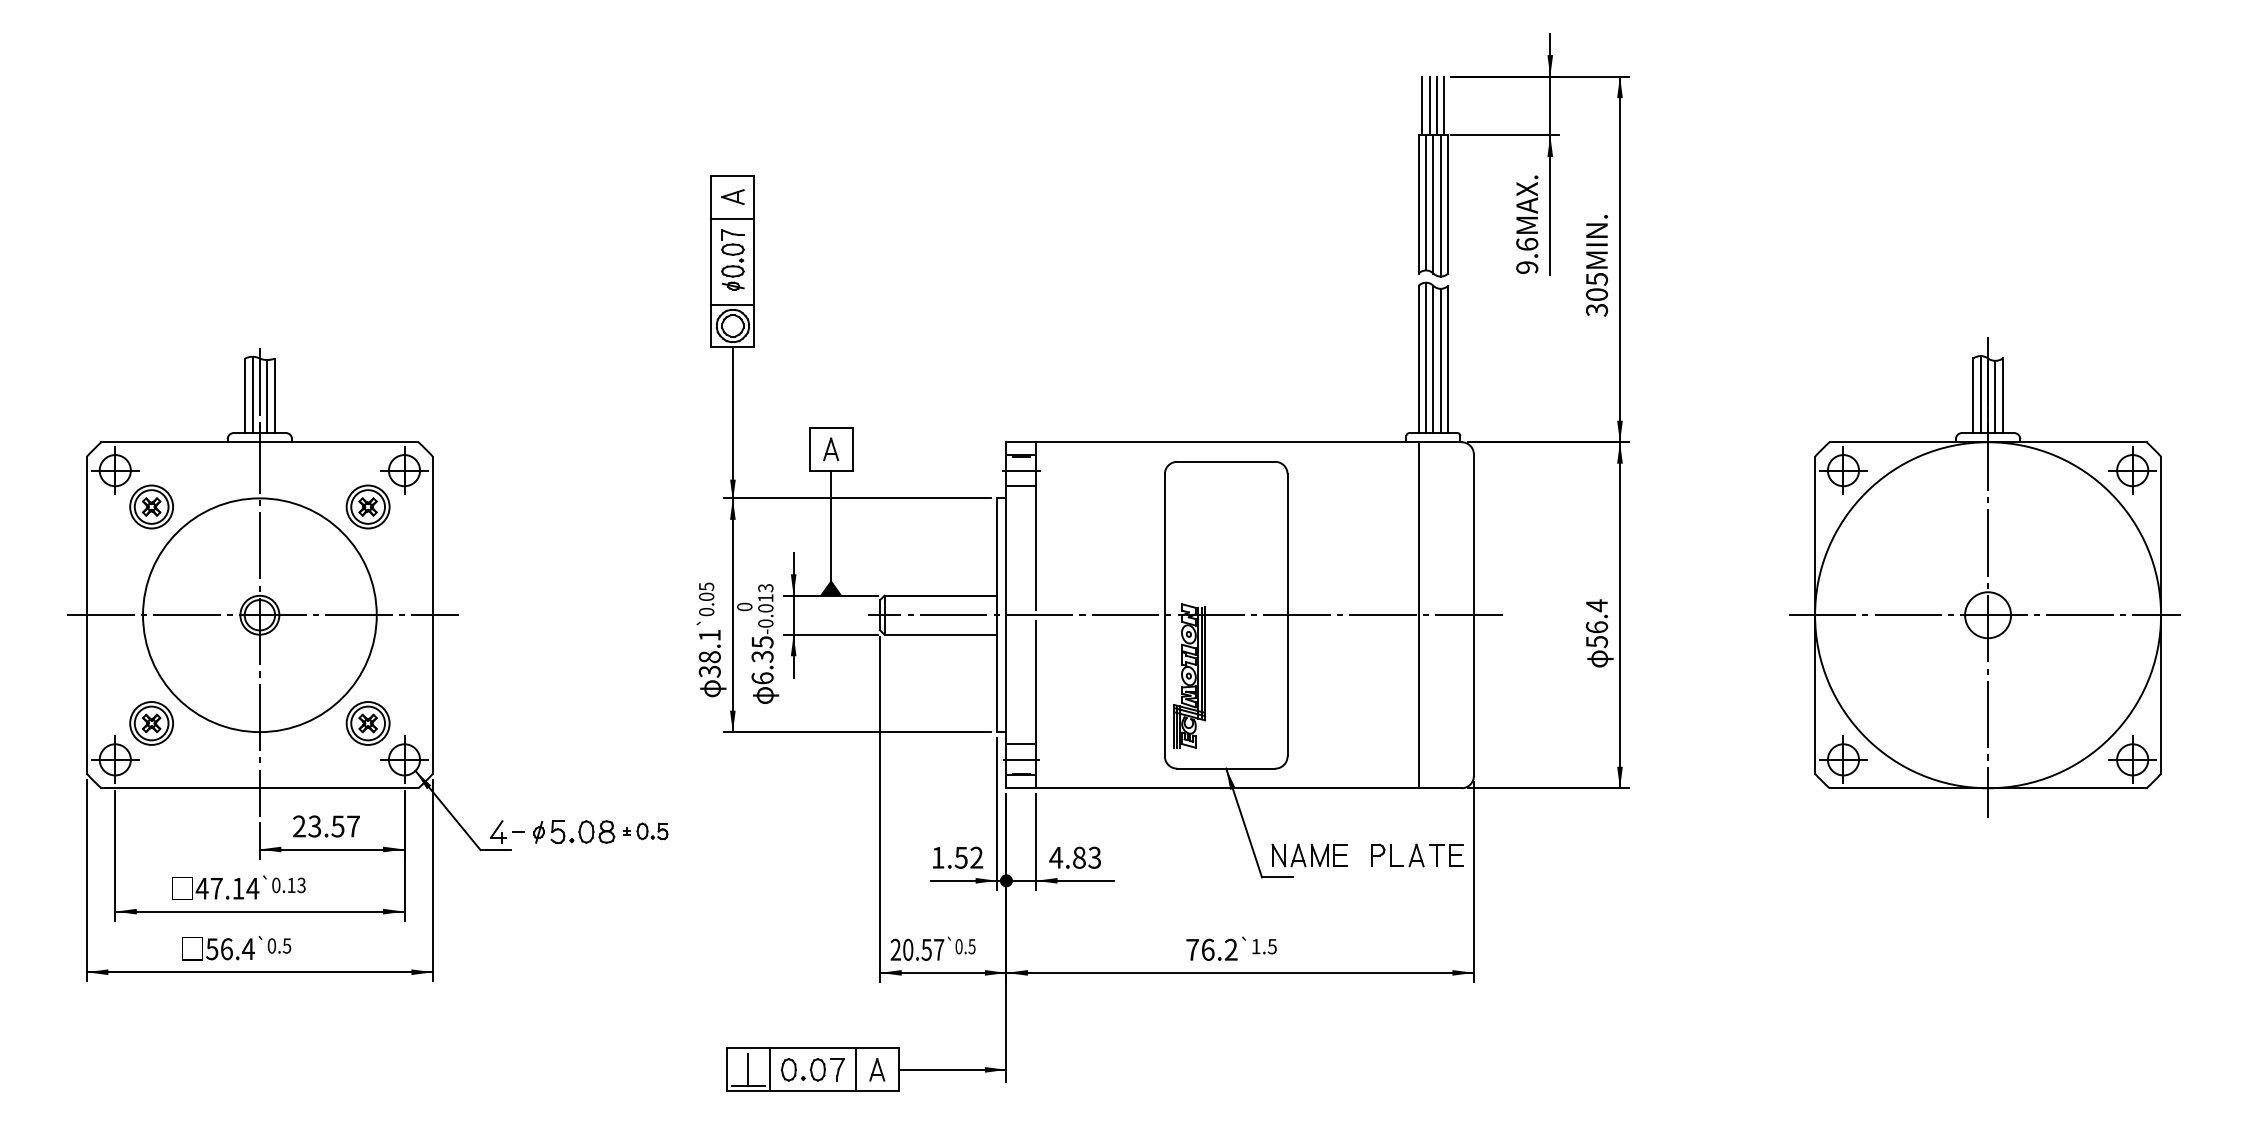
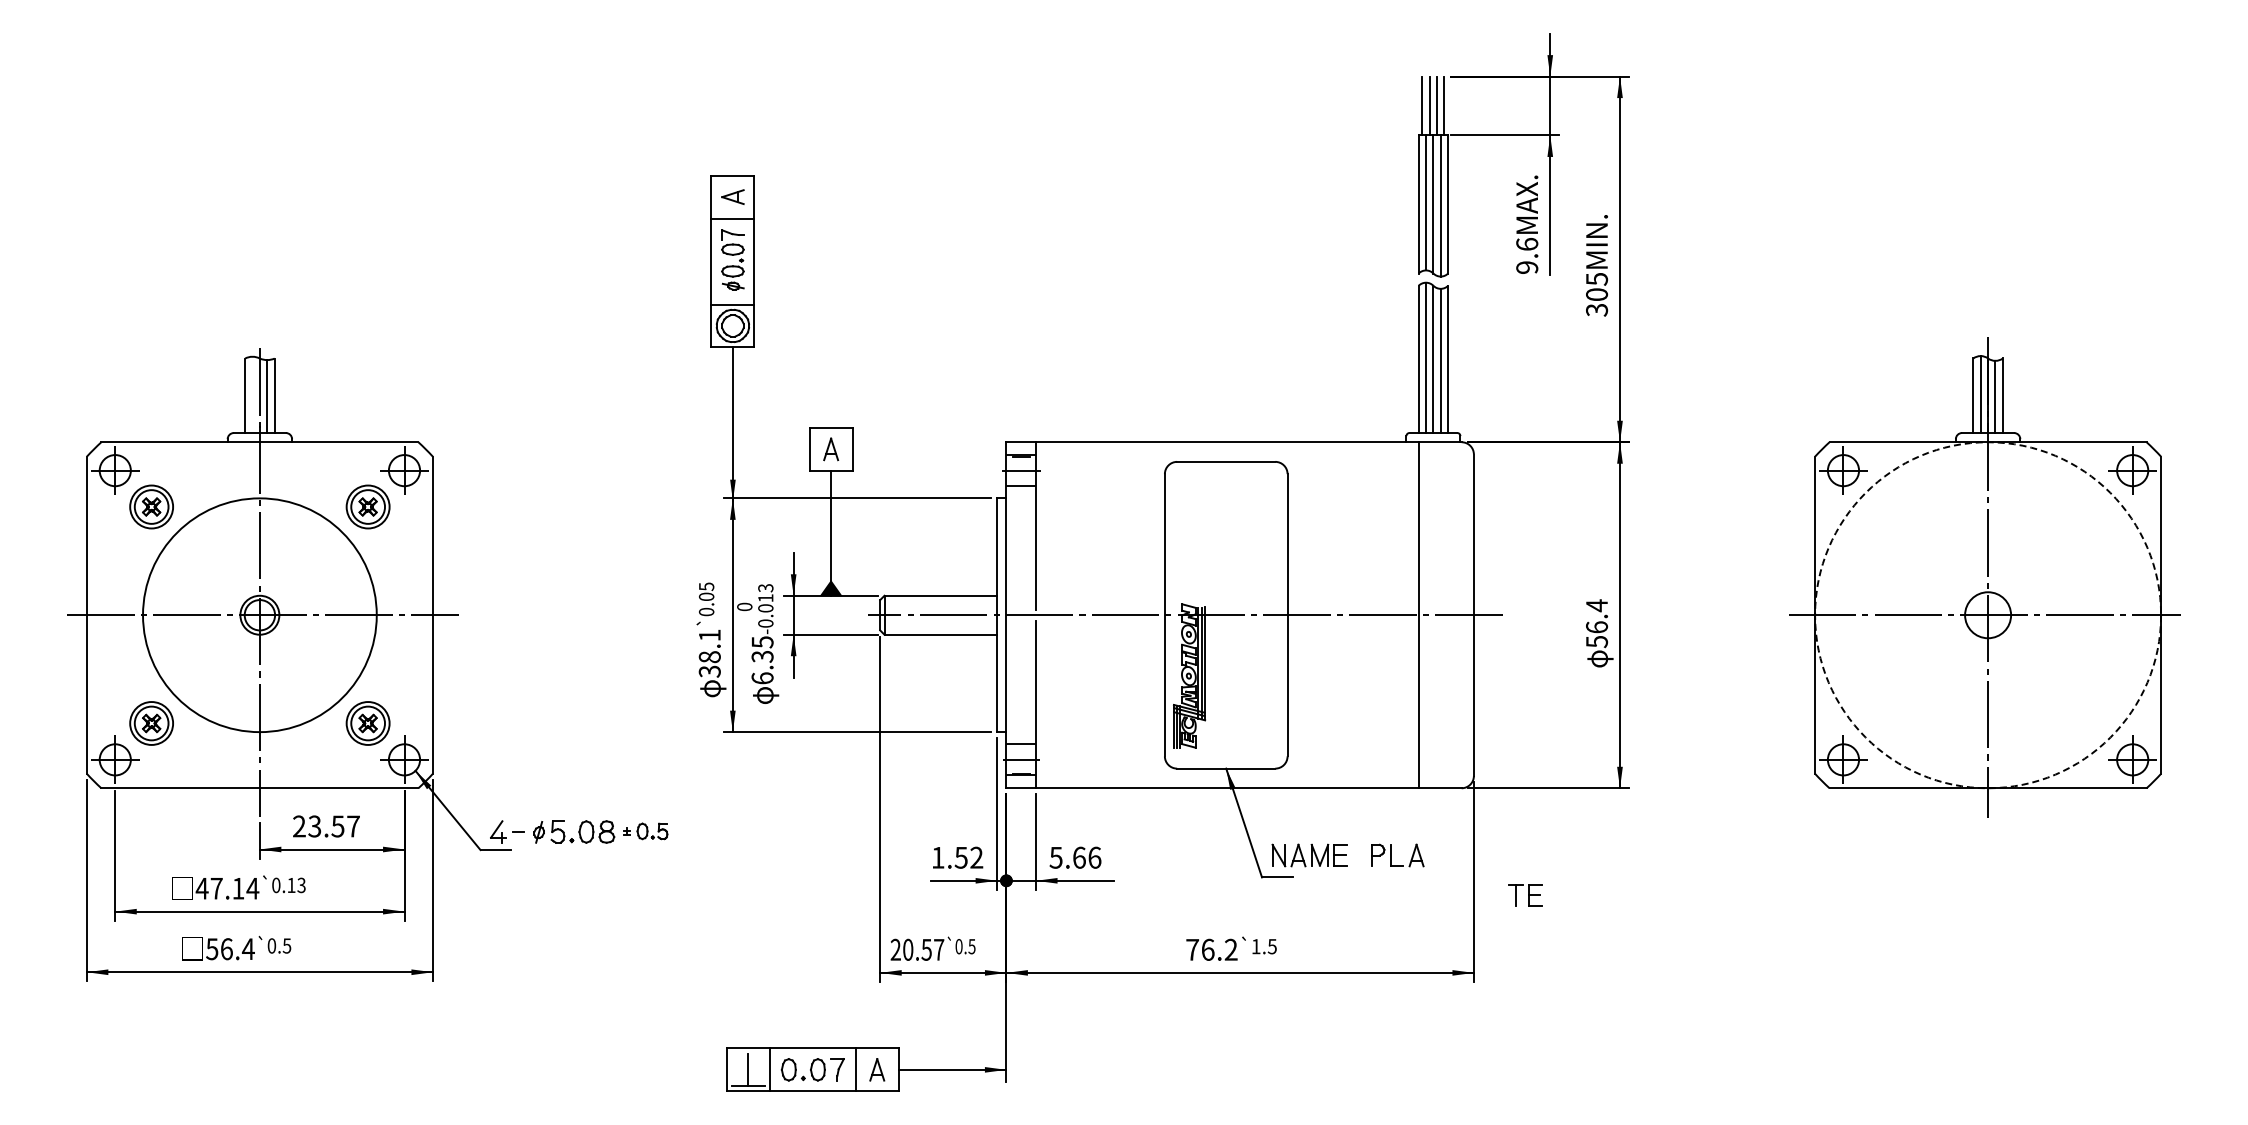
line at (252, 394): present -> none
circle at (1988, 615): solid -> dashed
part at (1446, 855) position: (1446, 855) -> (1525, 895)
text at (1075, 857): 4.83 -> 5.66
